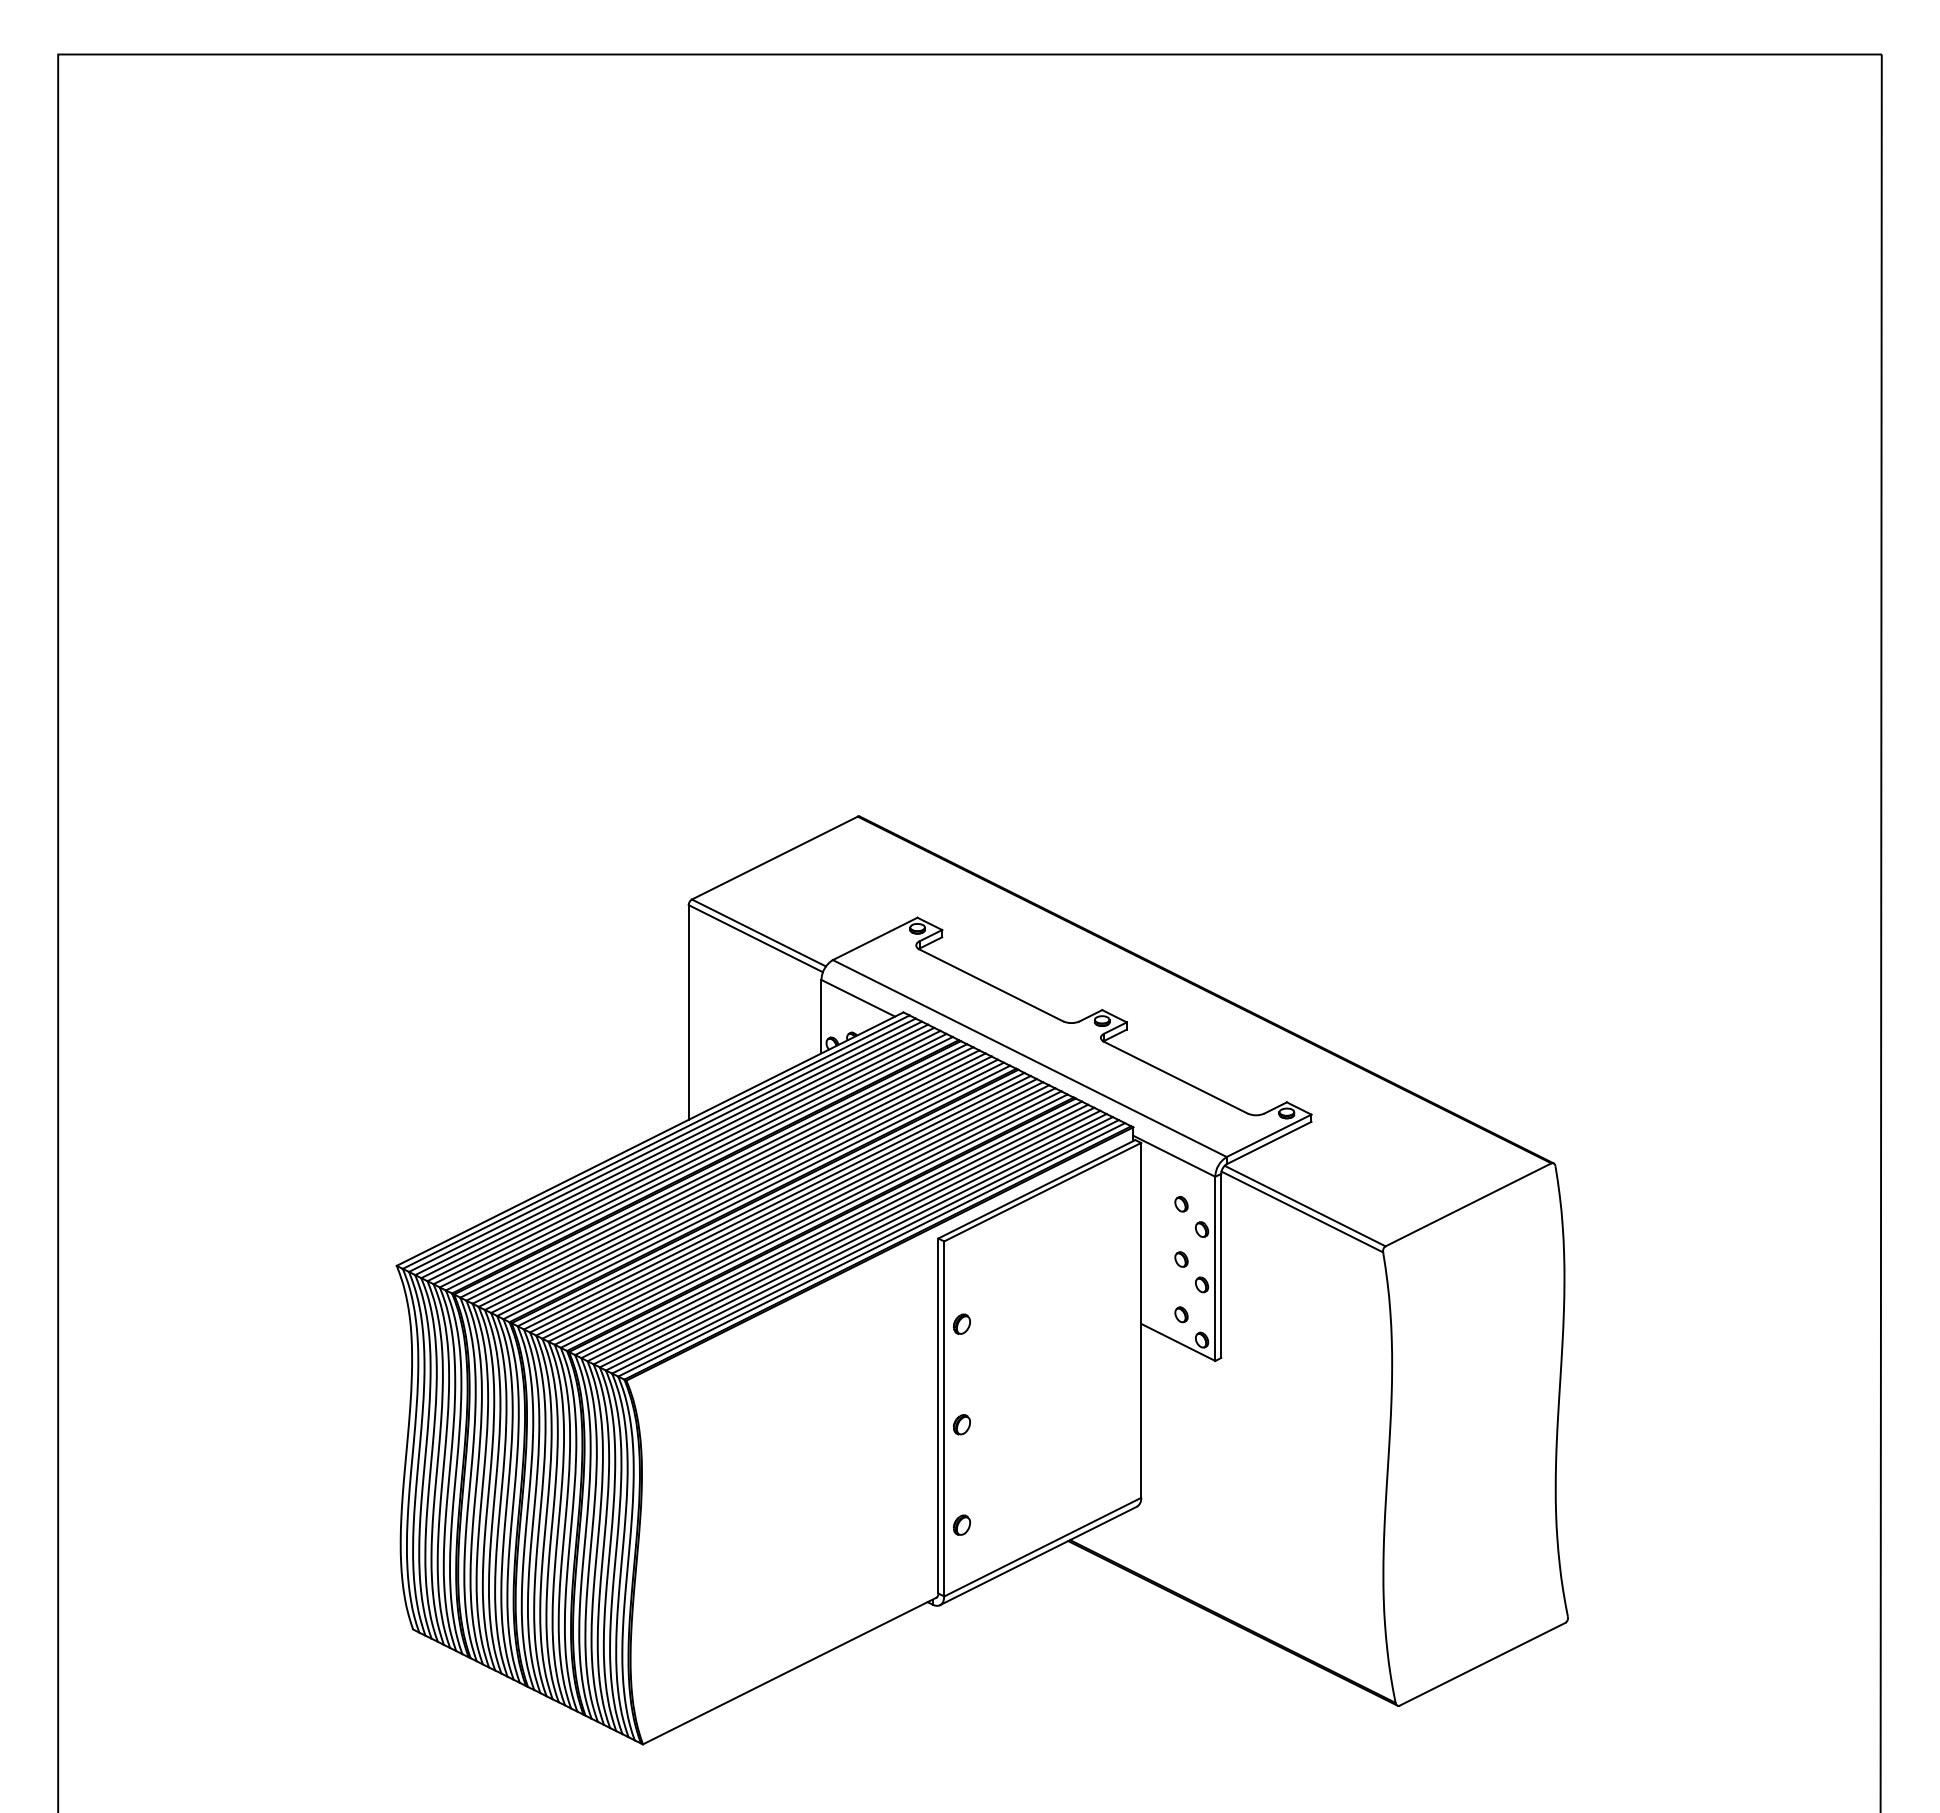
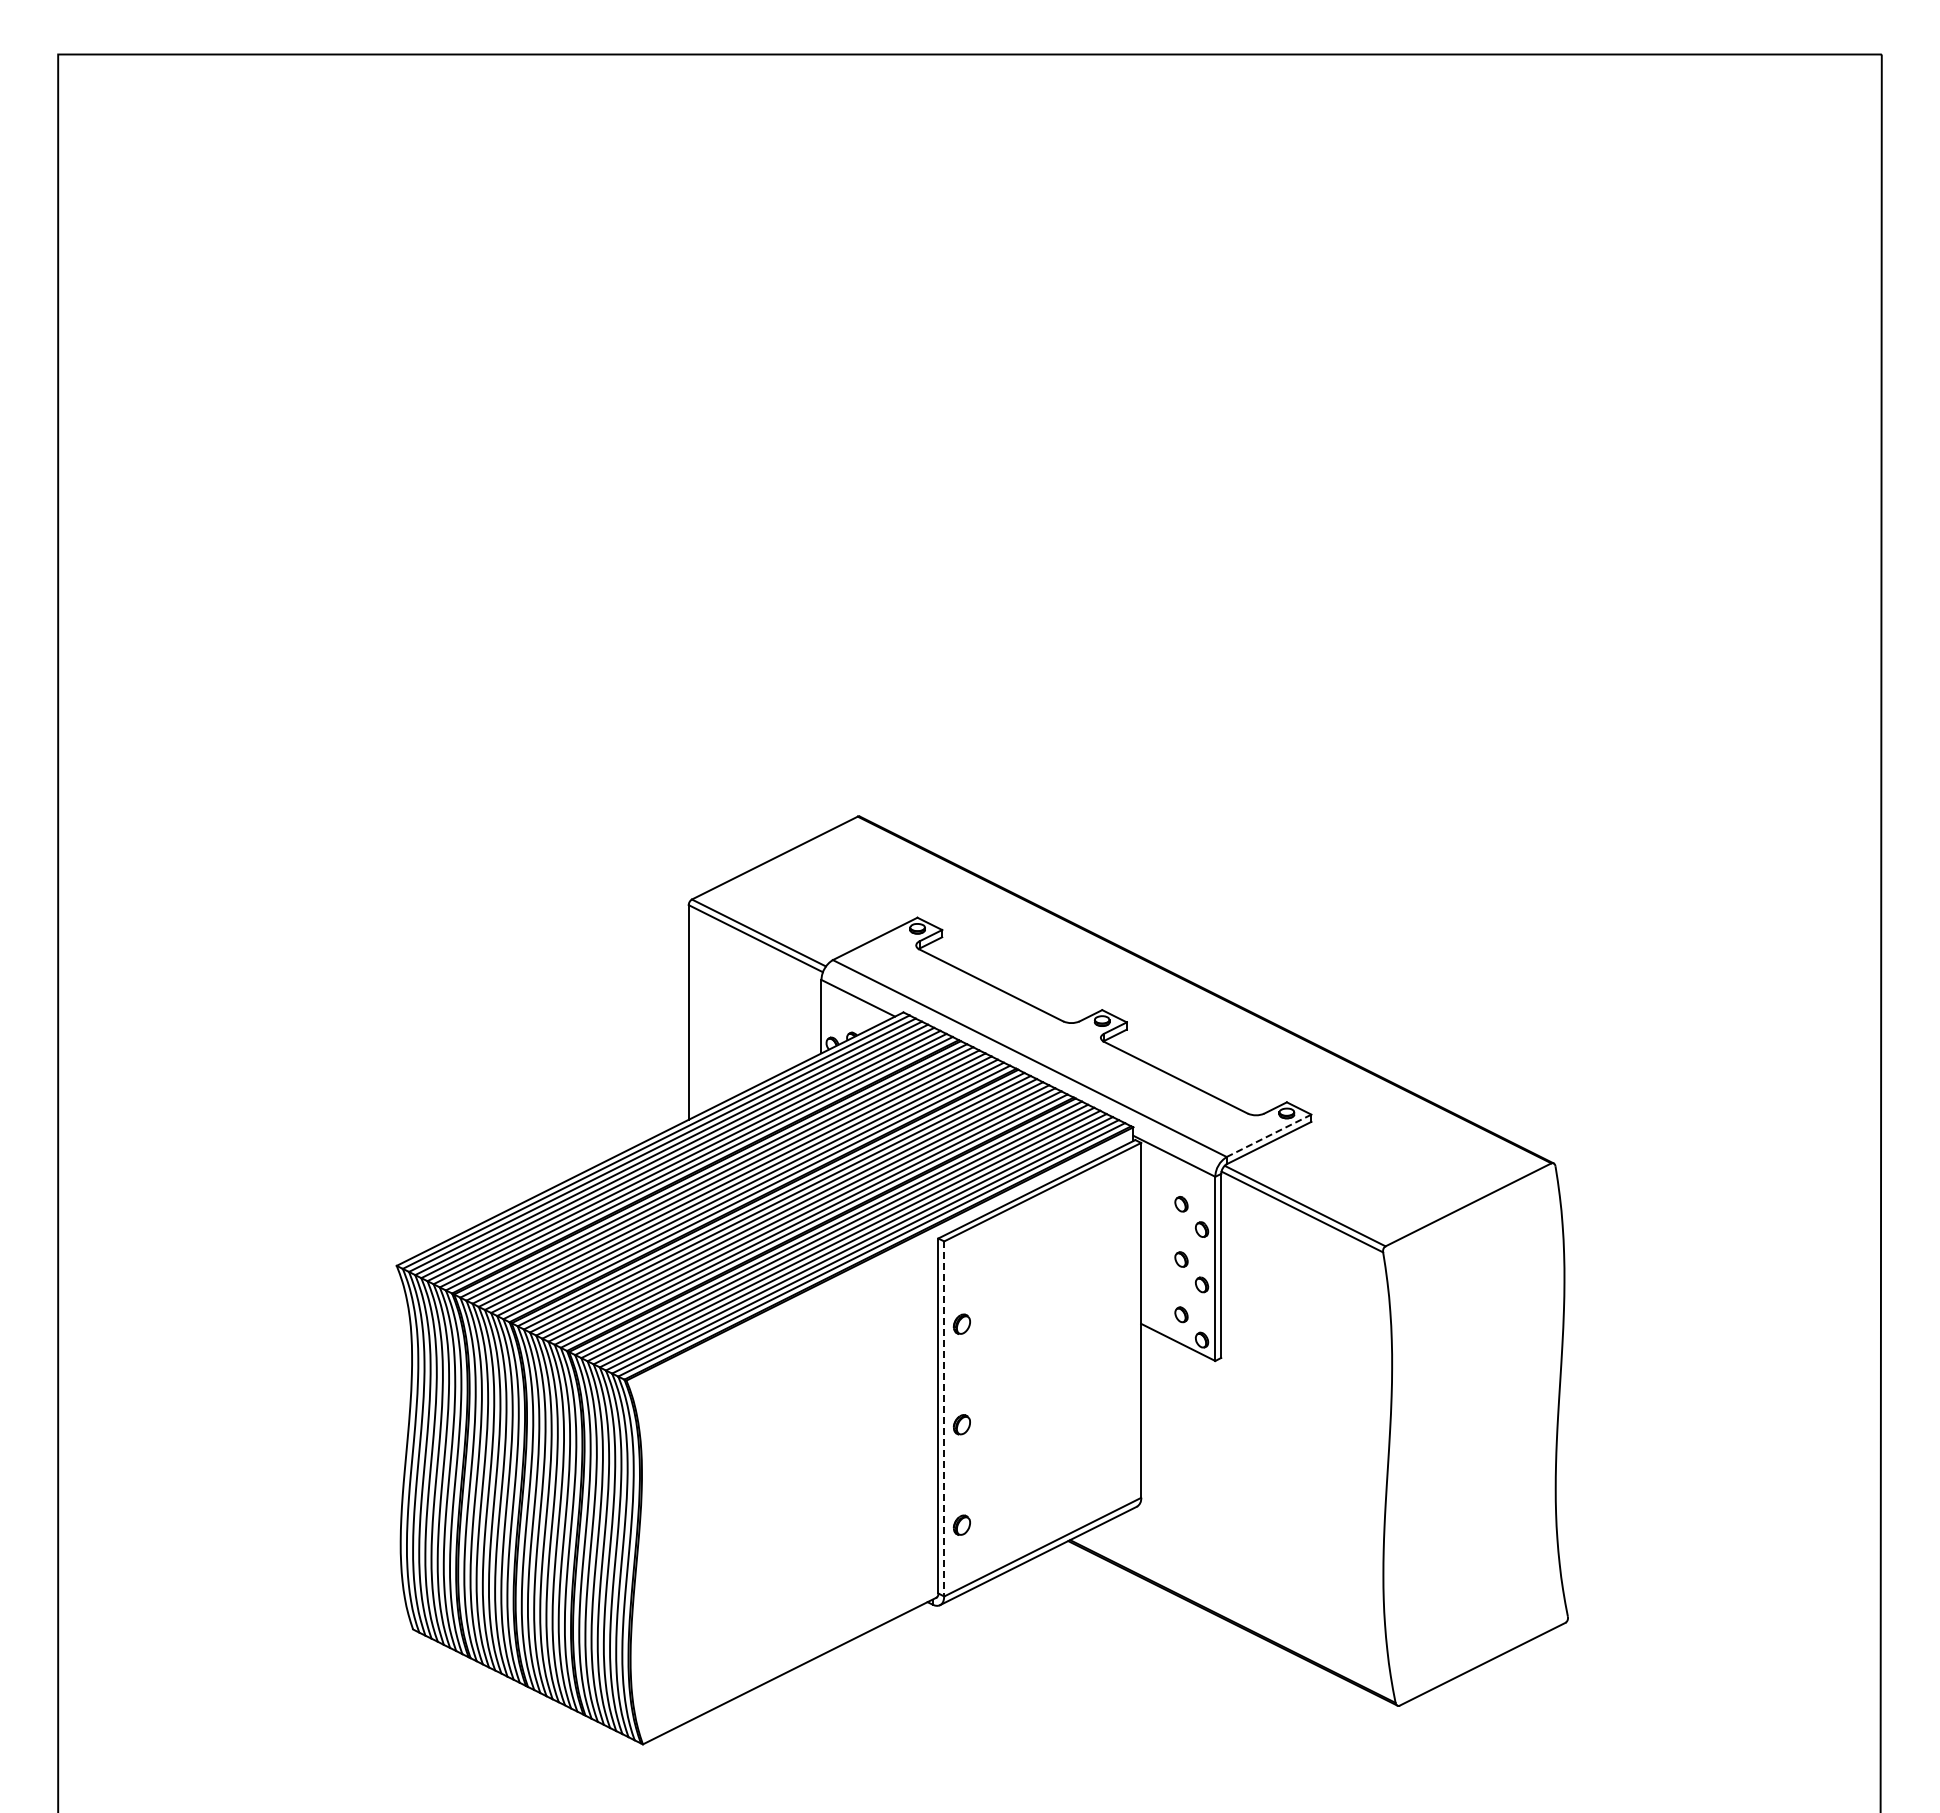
line at (1268, 1136): solid -> dashed
line at (944, 1418): solid -> dashed
